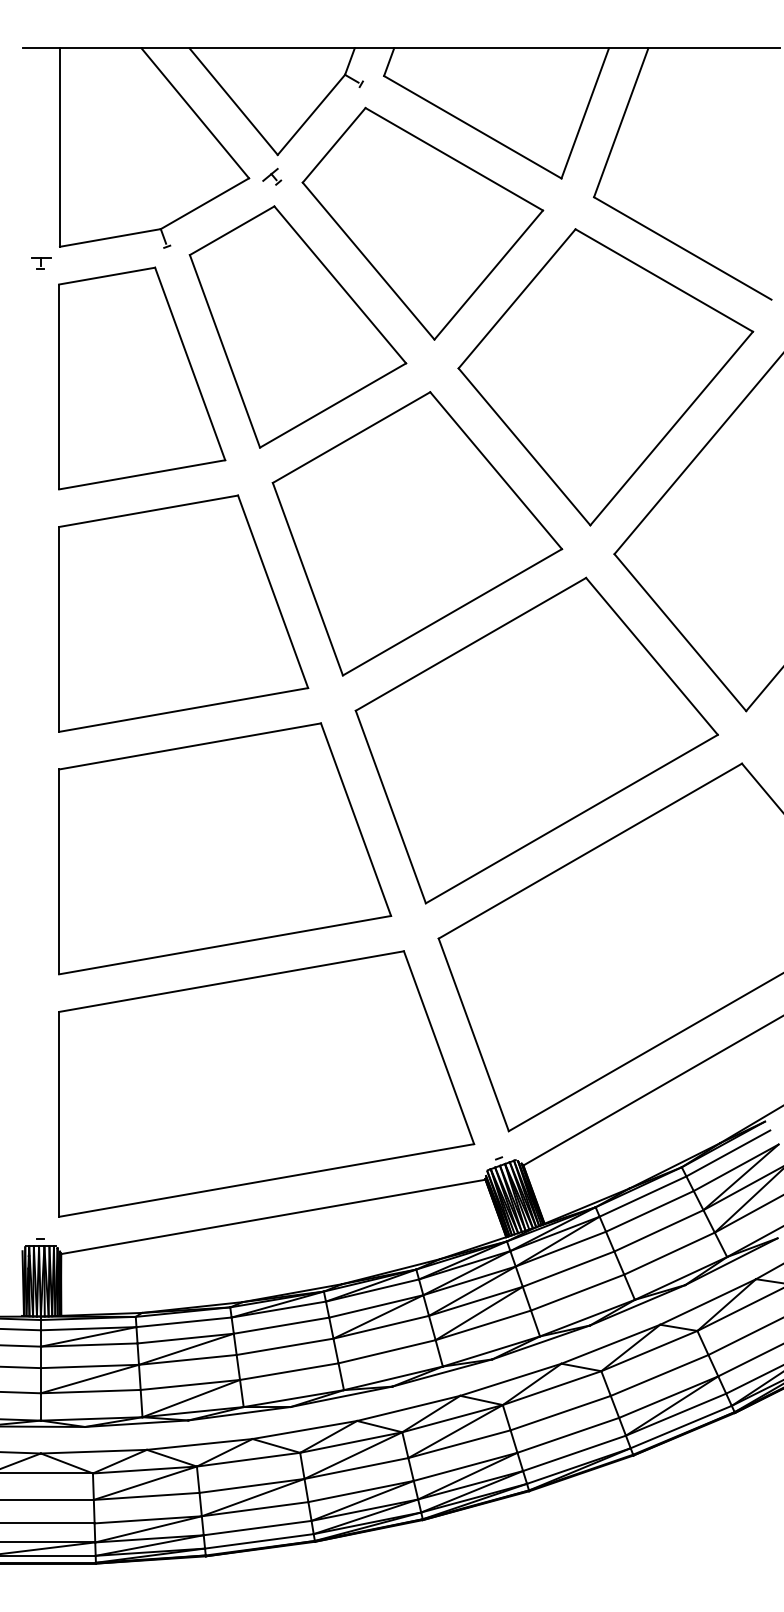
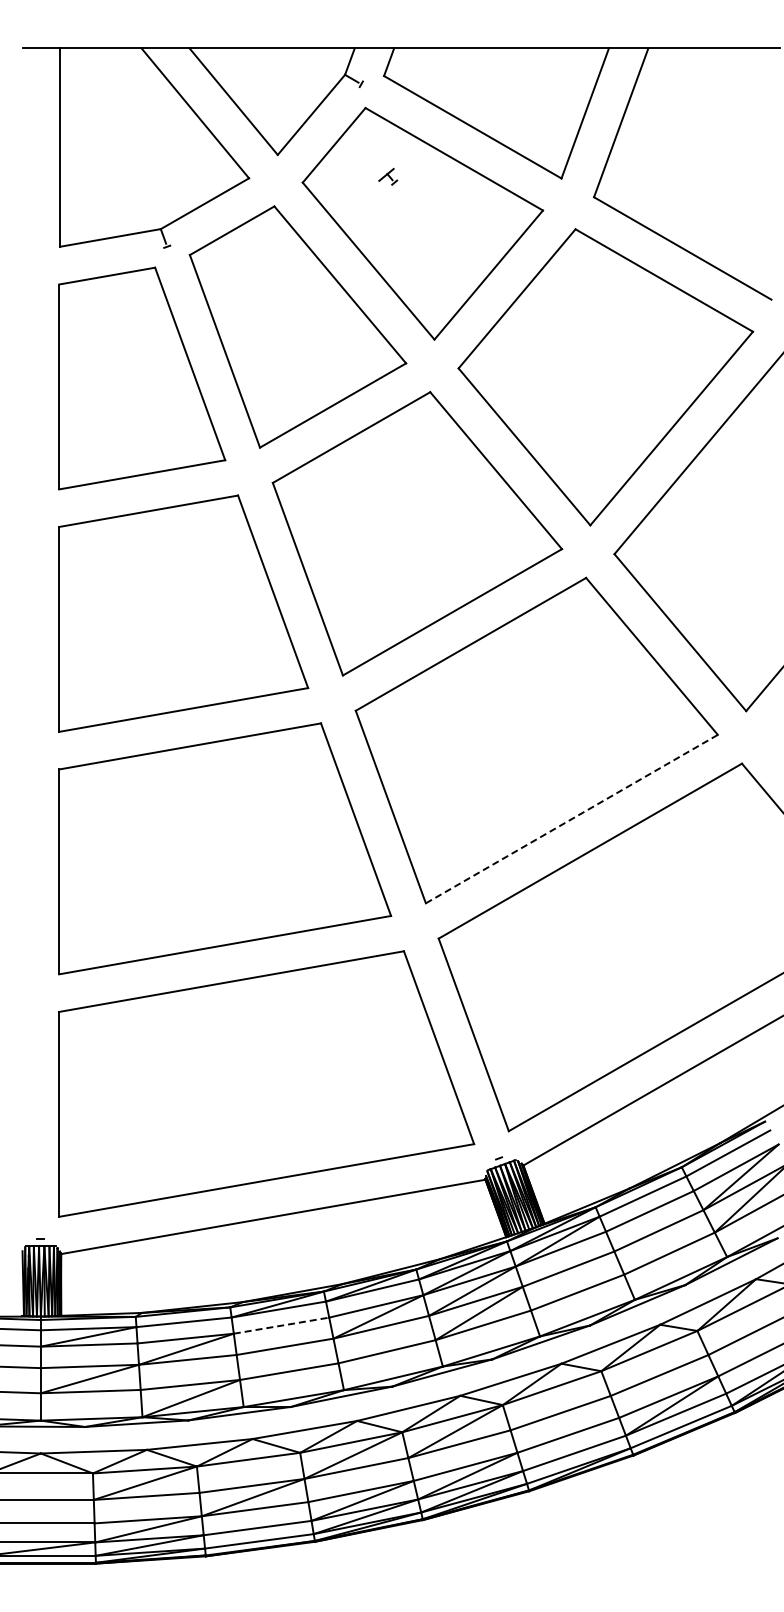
part at (272, 176) position: (272, 176) -> (388, 176)
part at (41, 263): present -> none
line at (571, 819): solid -> dashed
line at (282, 1325): solid -> dashed
